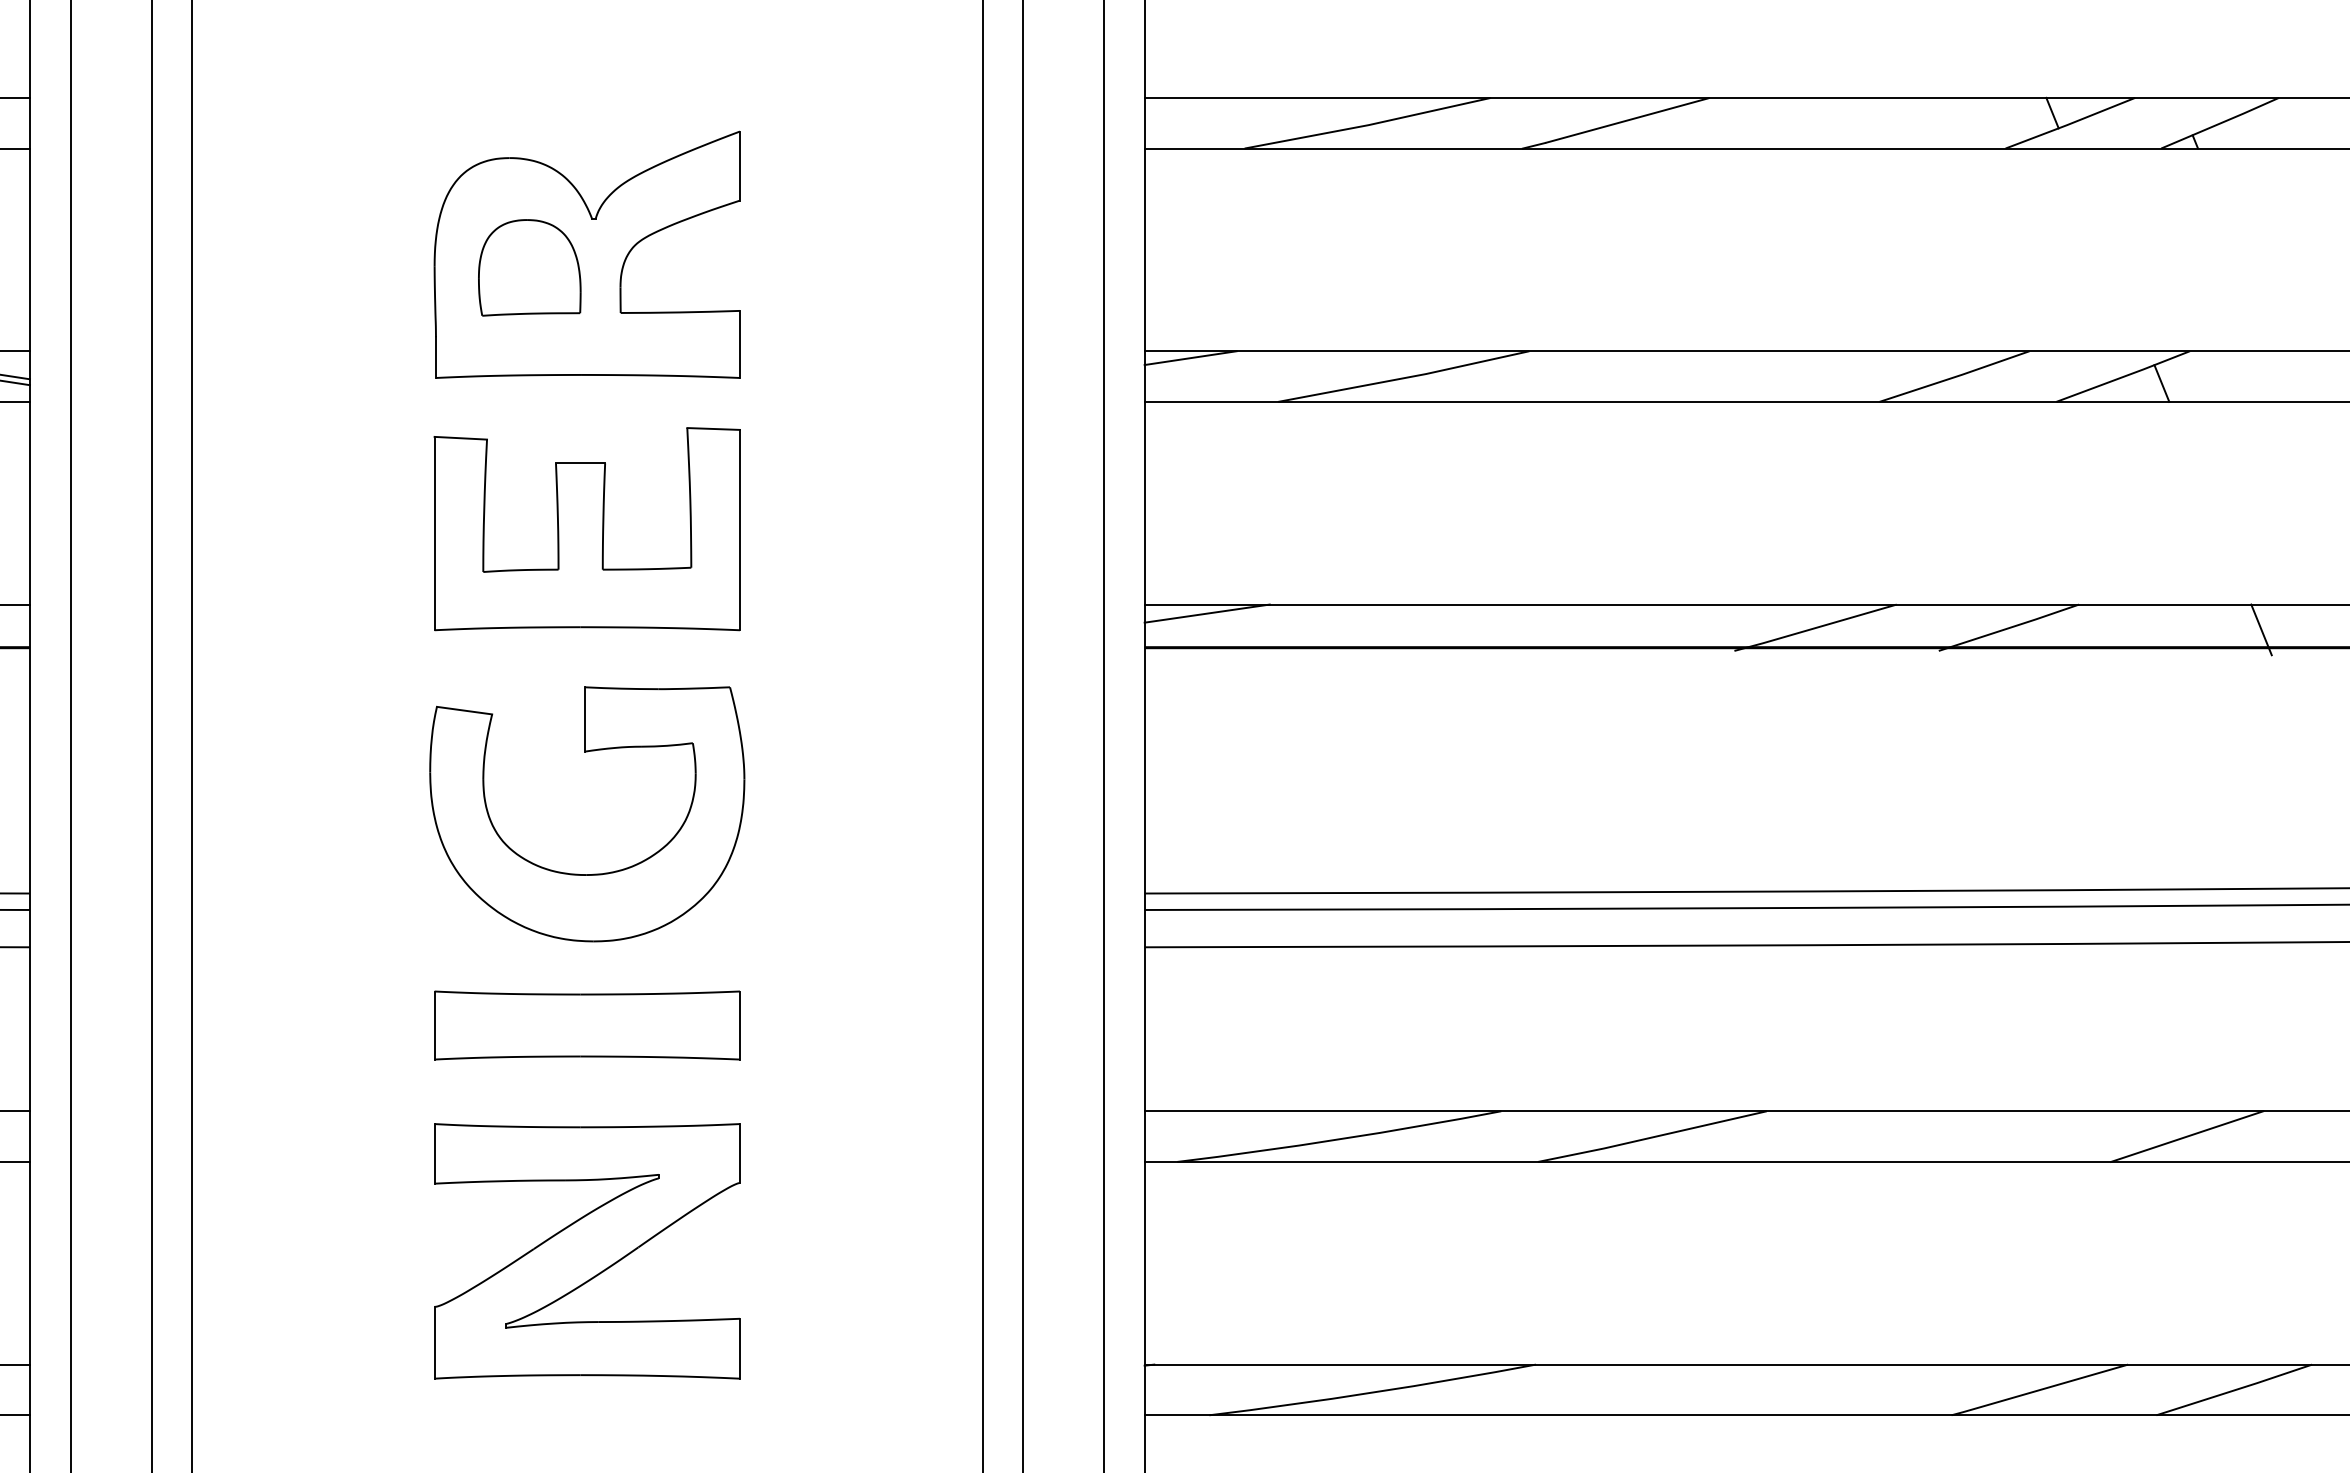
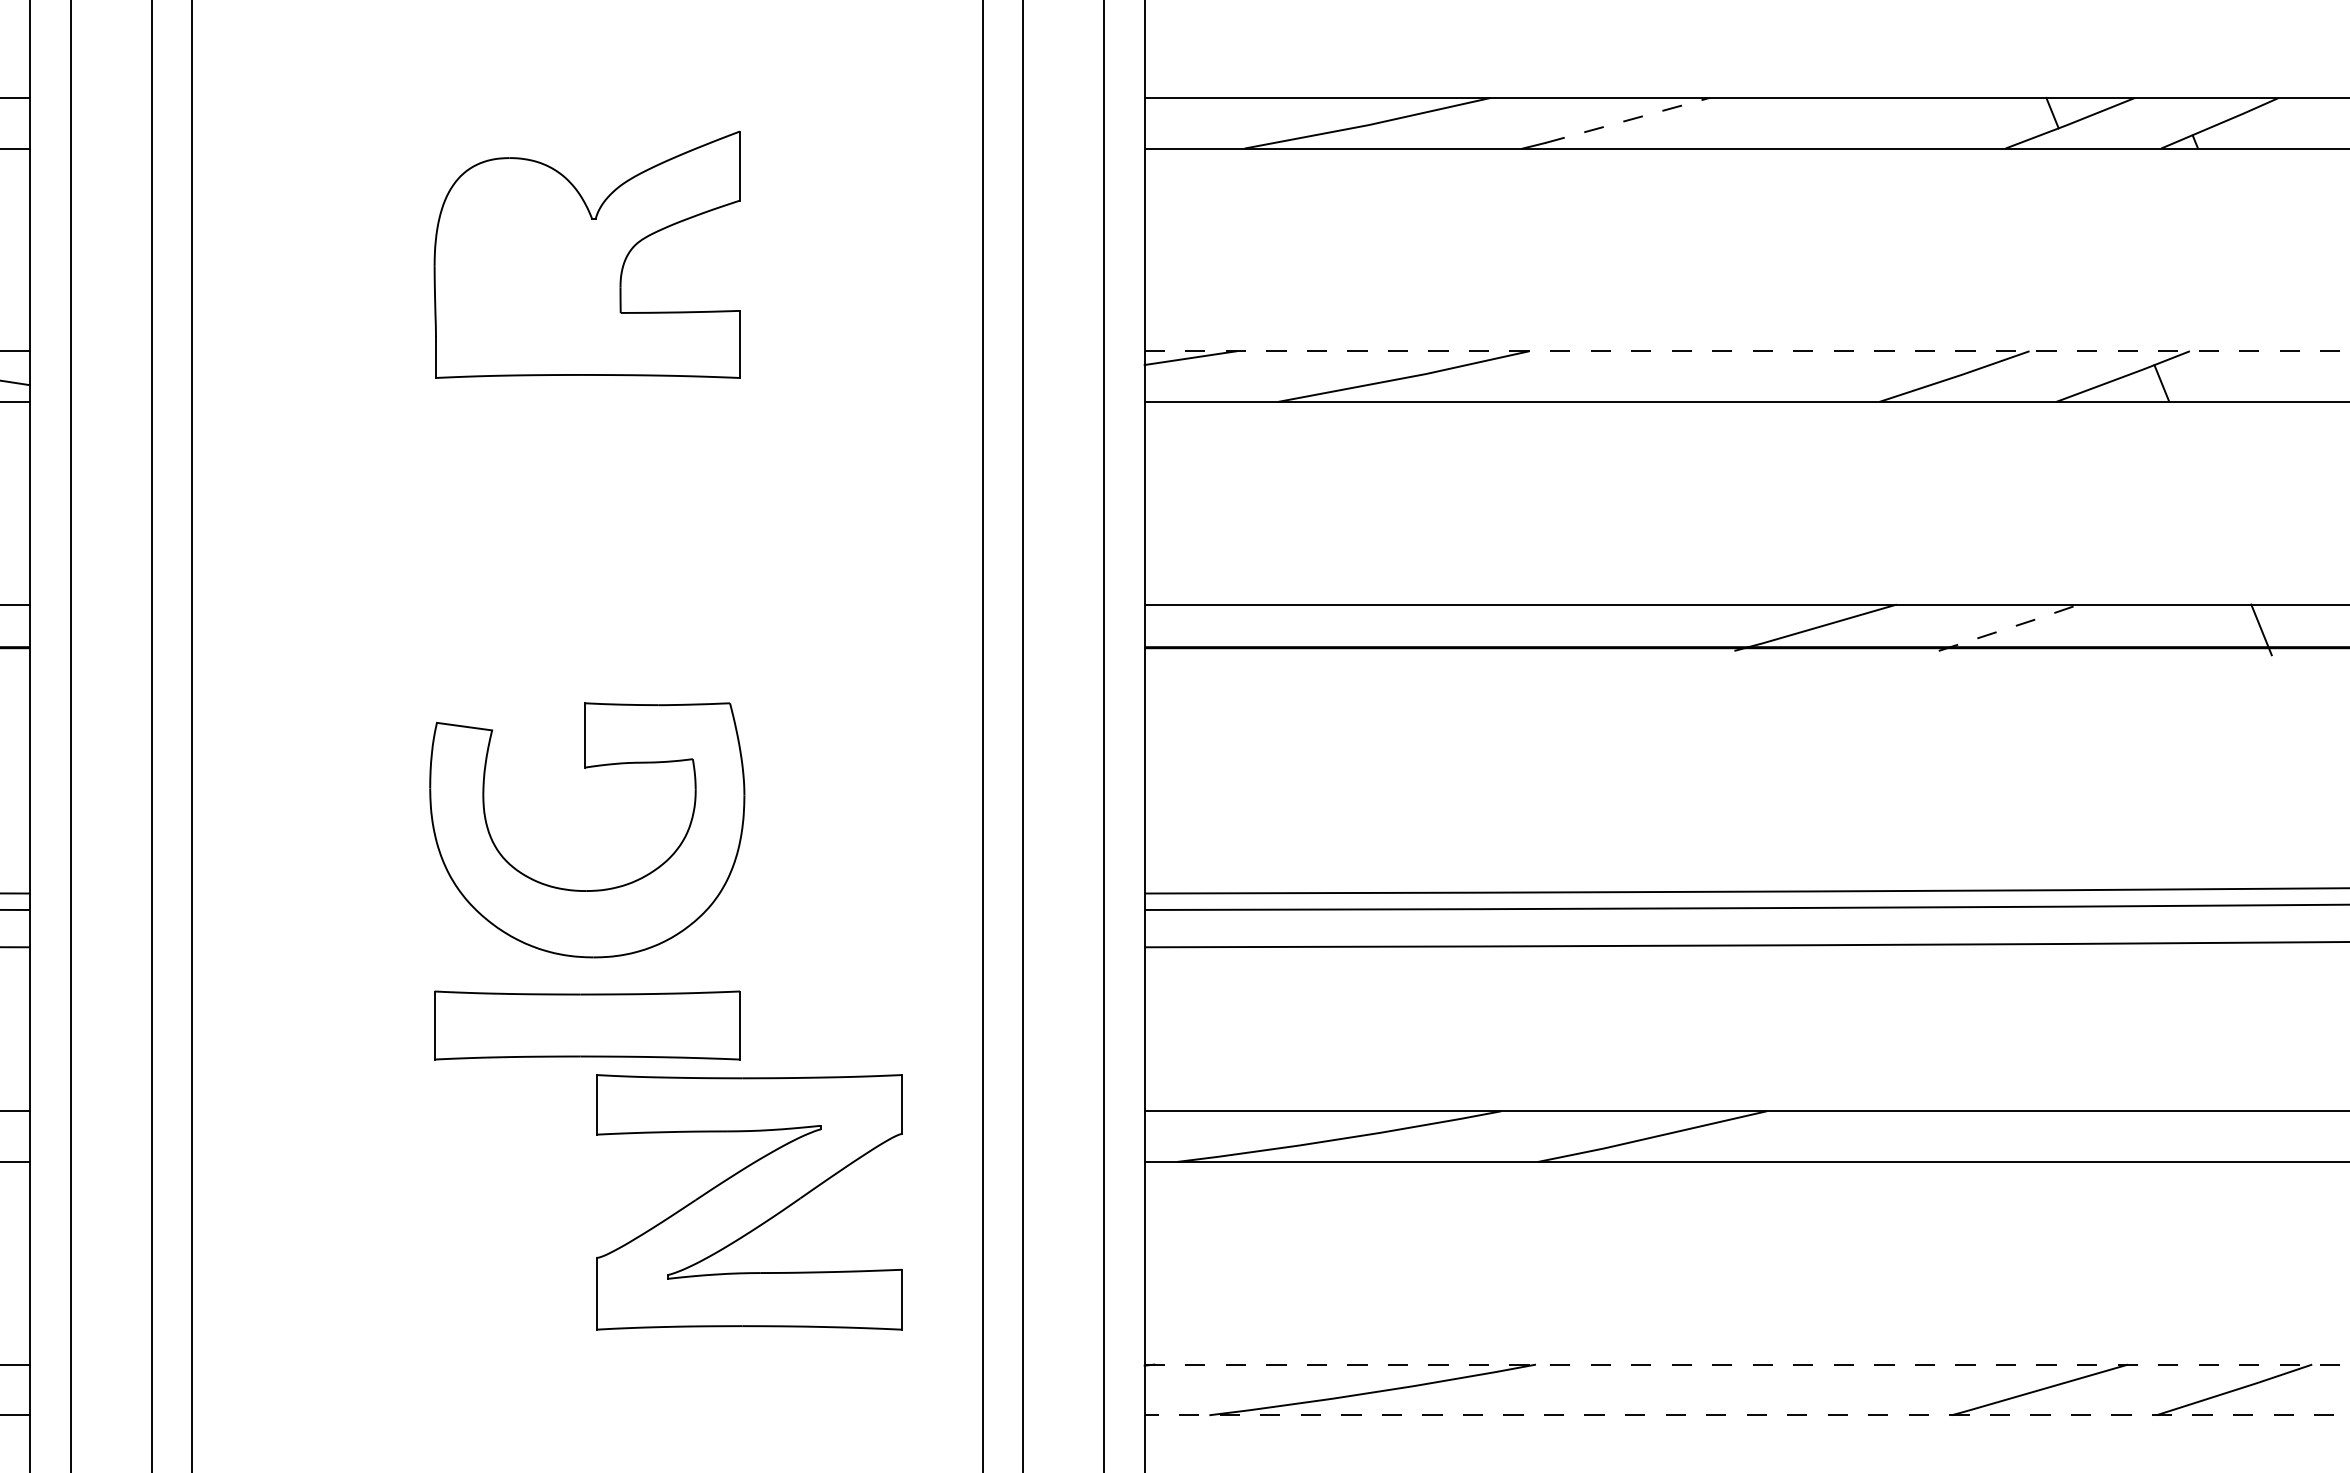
line at (1628, 120): solid -> dashed
part at (529, 267): present -> none
line at (1747, 351): solid -> dashed
line at (15, 377): present -> none
part at (586, 529): present -> none
line at (1206, 613): present -> none
line at (2010, 627): solid -> dashed
part at (593, 873) position: (593, 873) -> (593, 889)
line at (2187, 1136): present -> none
part at (587, 1251) position: (587, 1251) -> (749, 1202)
line at (1747, 1364): solid -> dashed
line at (1746, 1415): solid -> dashed
